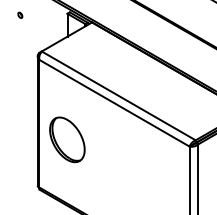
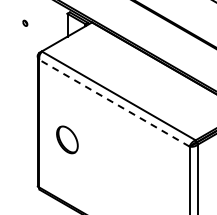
part at (20, 14) position: (20, 14) -> (25, 22)
line at (114, 103): solid -> dashed
part at (67, 139) size: 37x48 px -> 23x30 px
